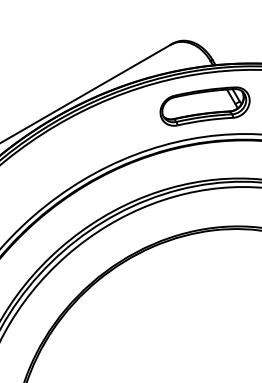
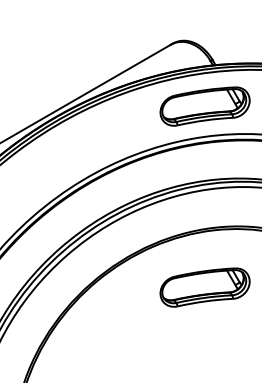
part at (204, 287): none -> present
